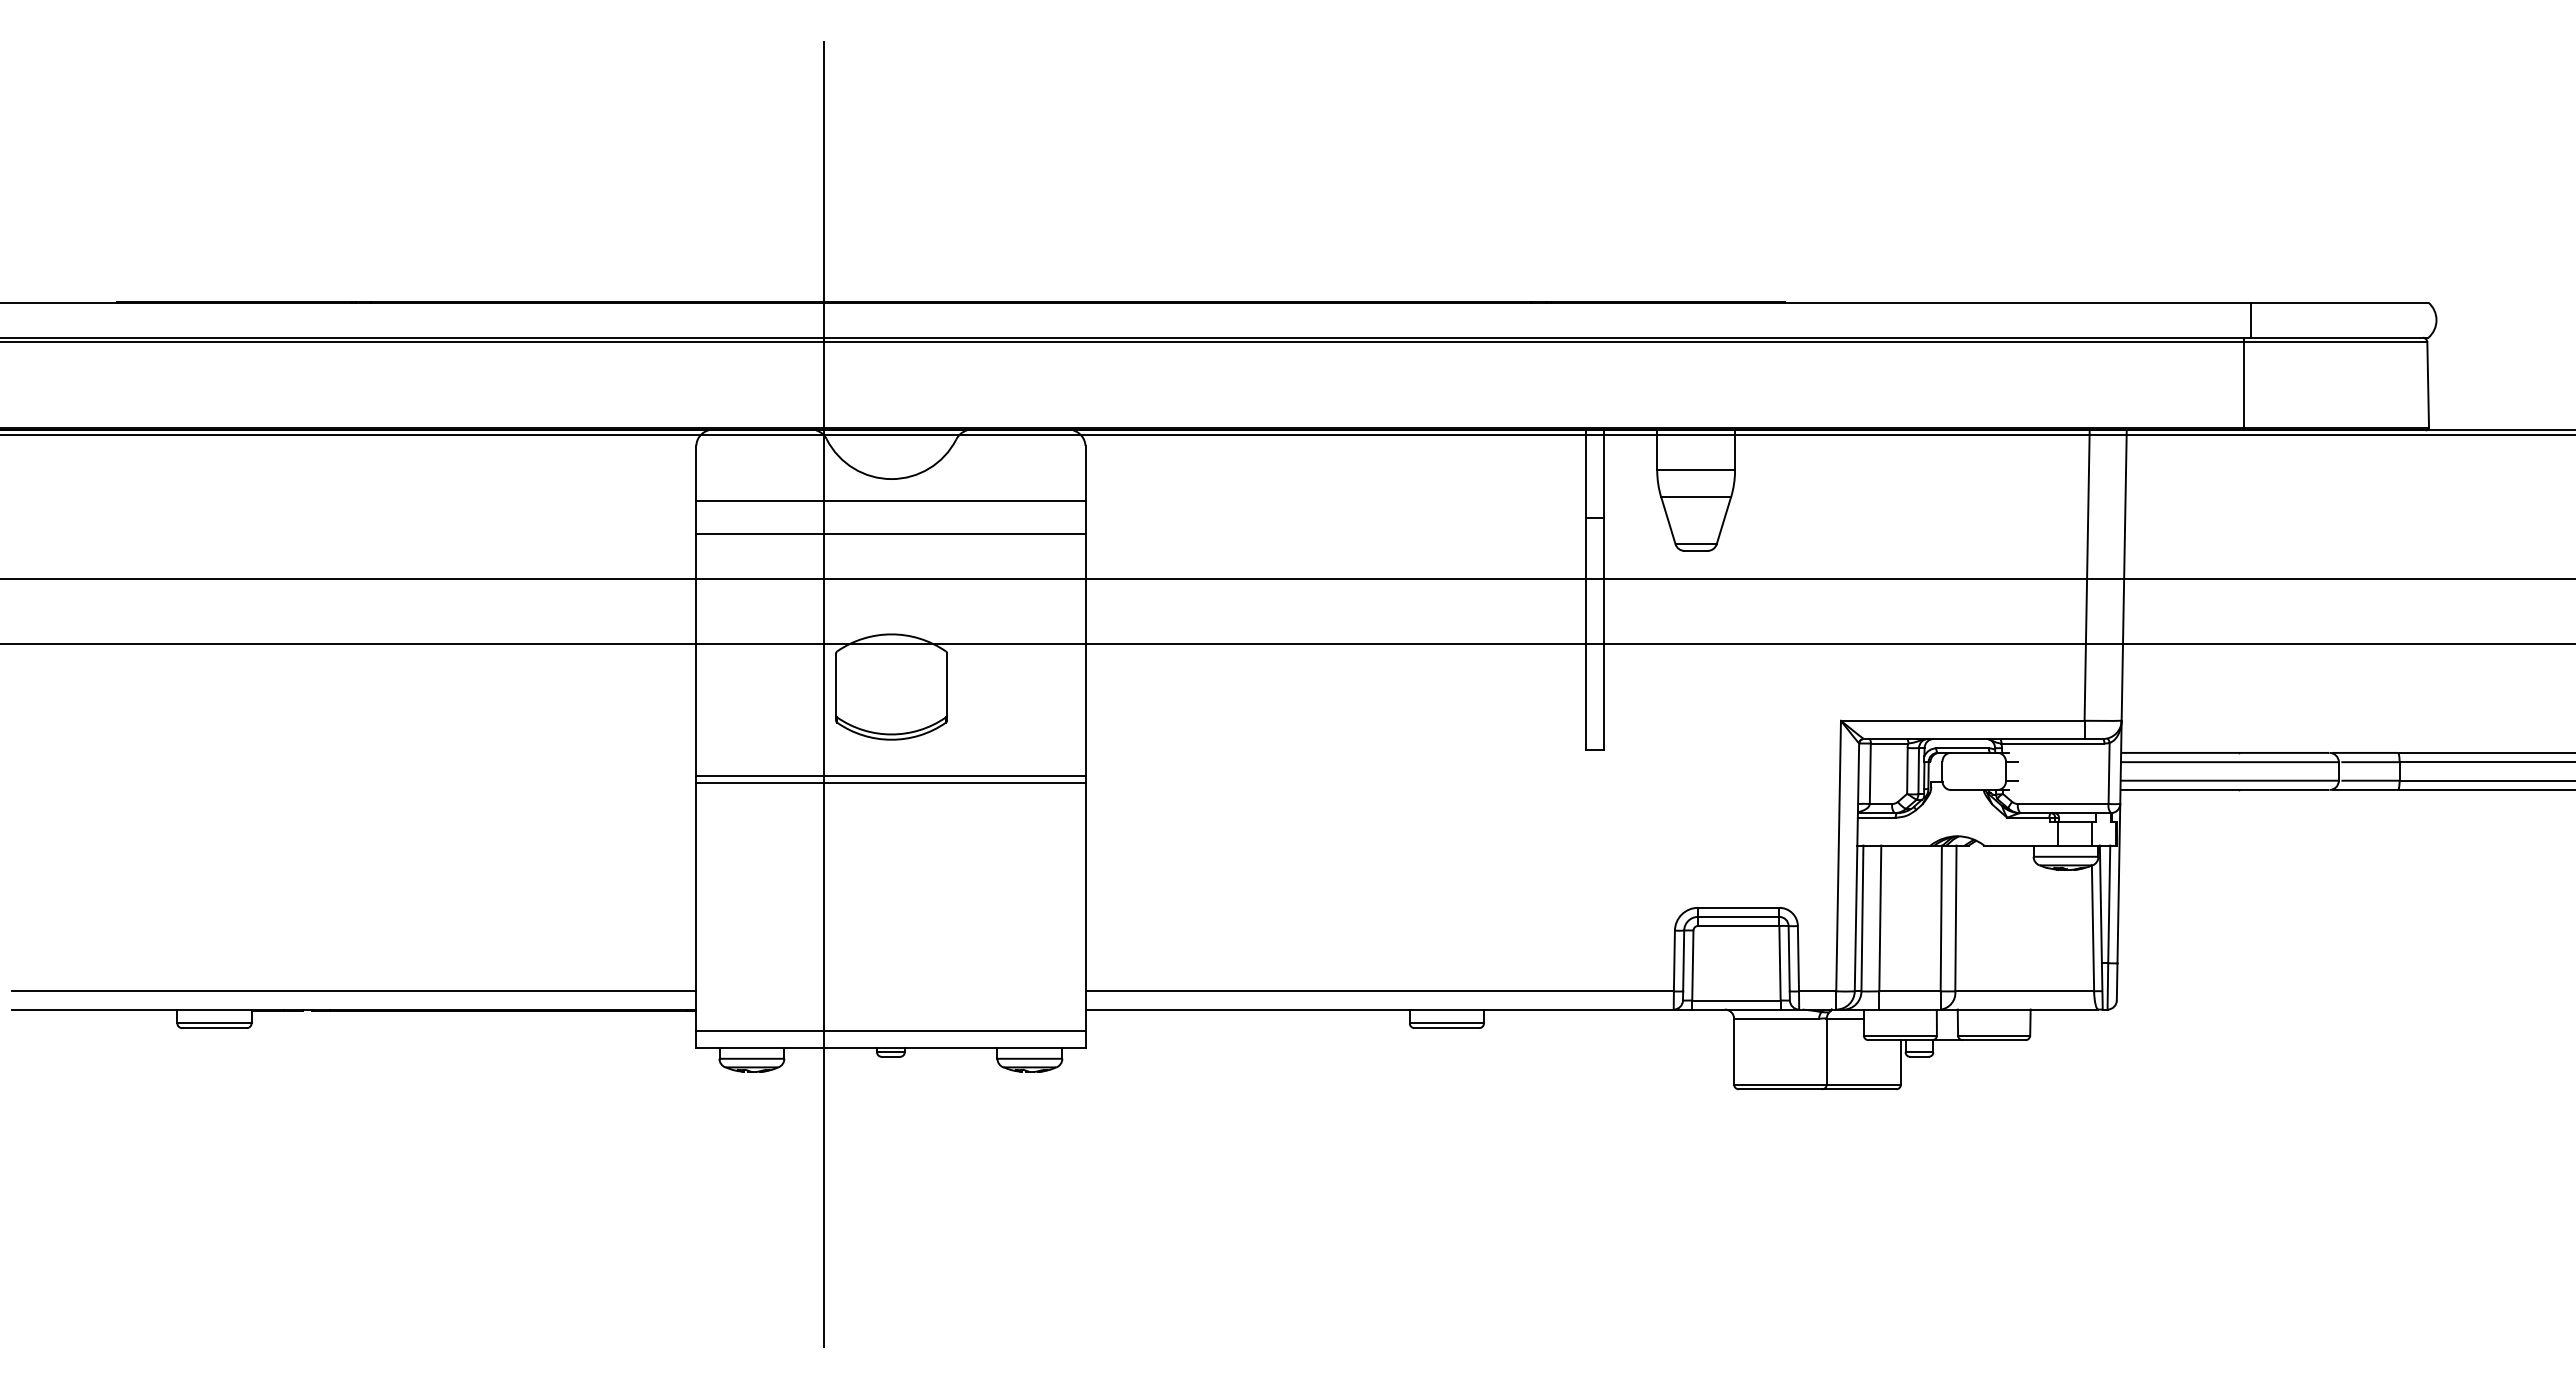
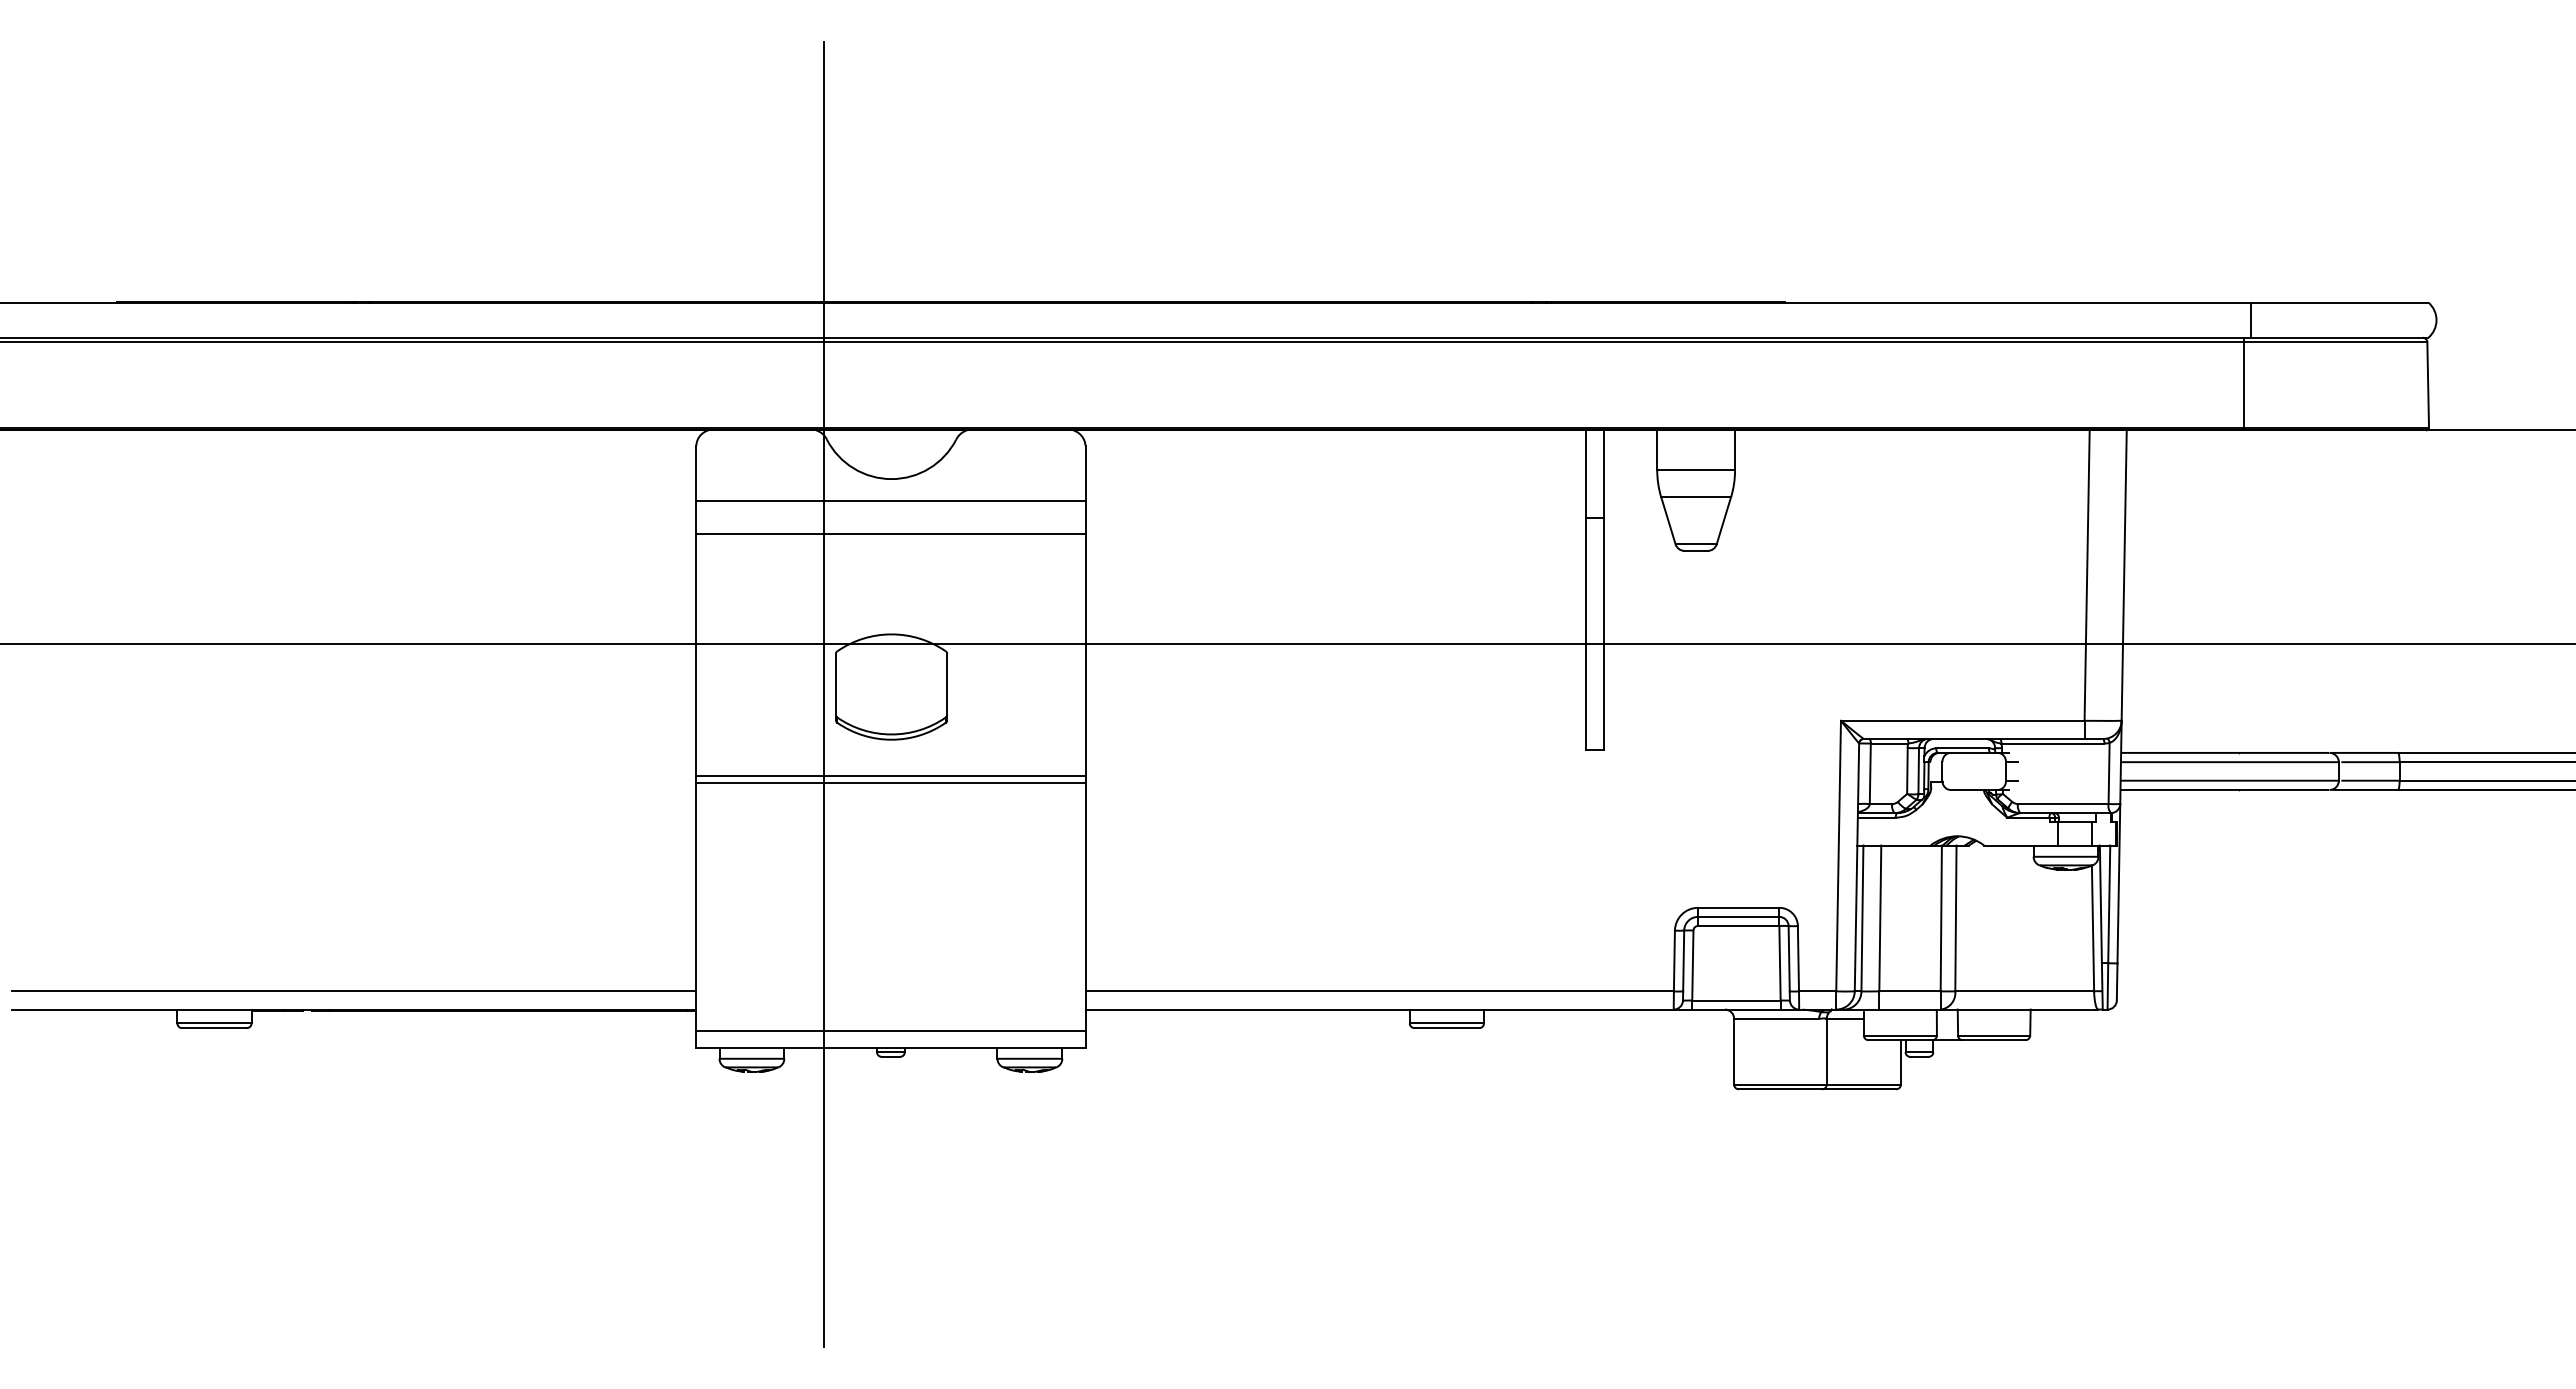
line at (1287, 435): present -> none
line at (1287, 578): present -> none
